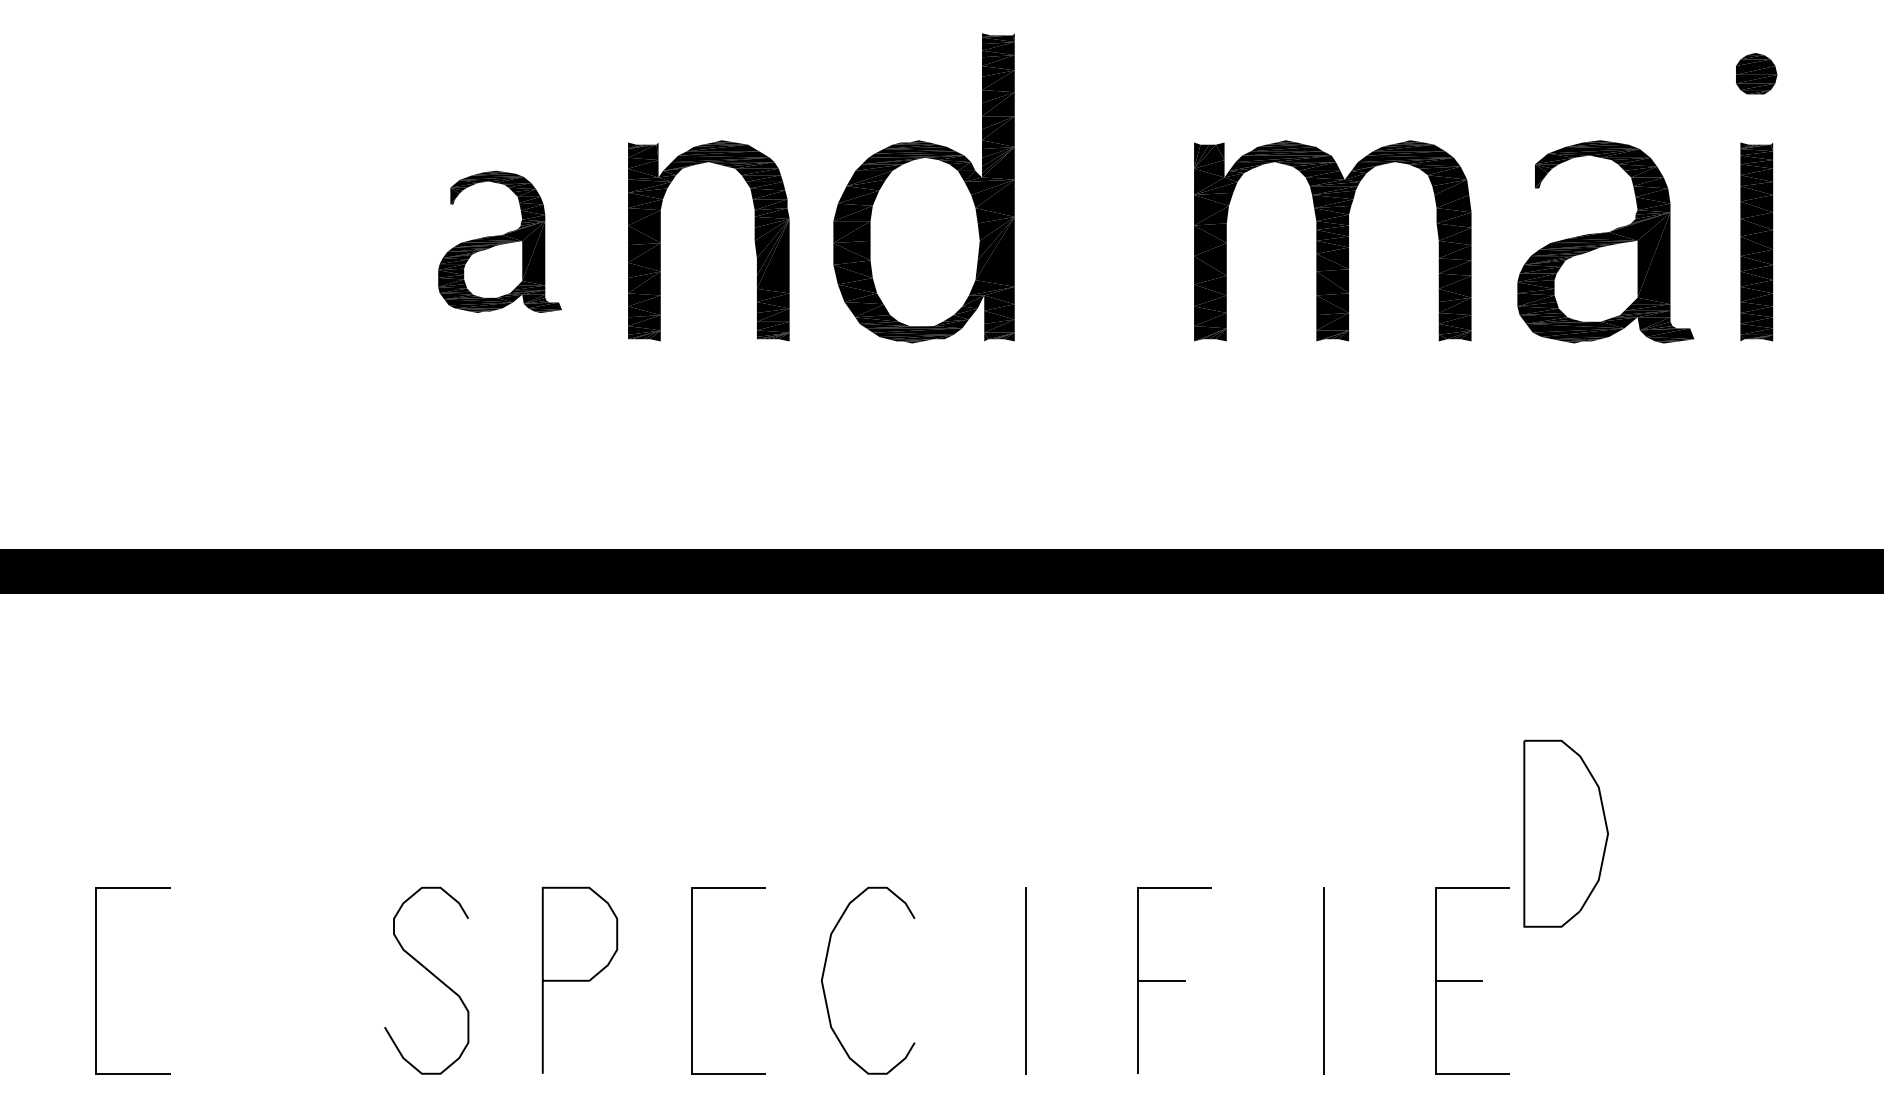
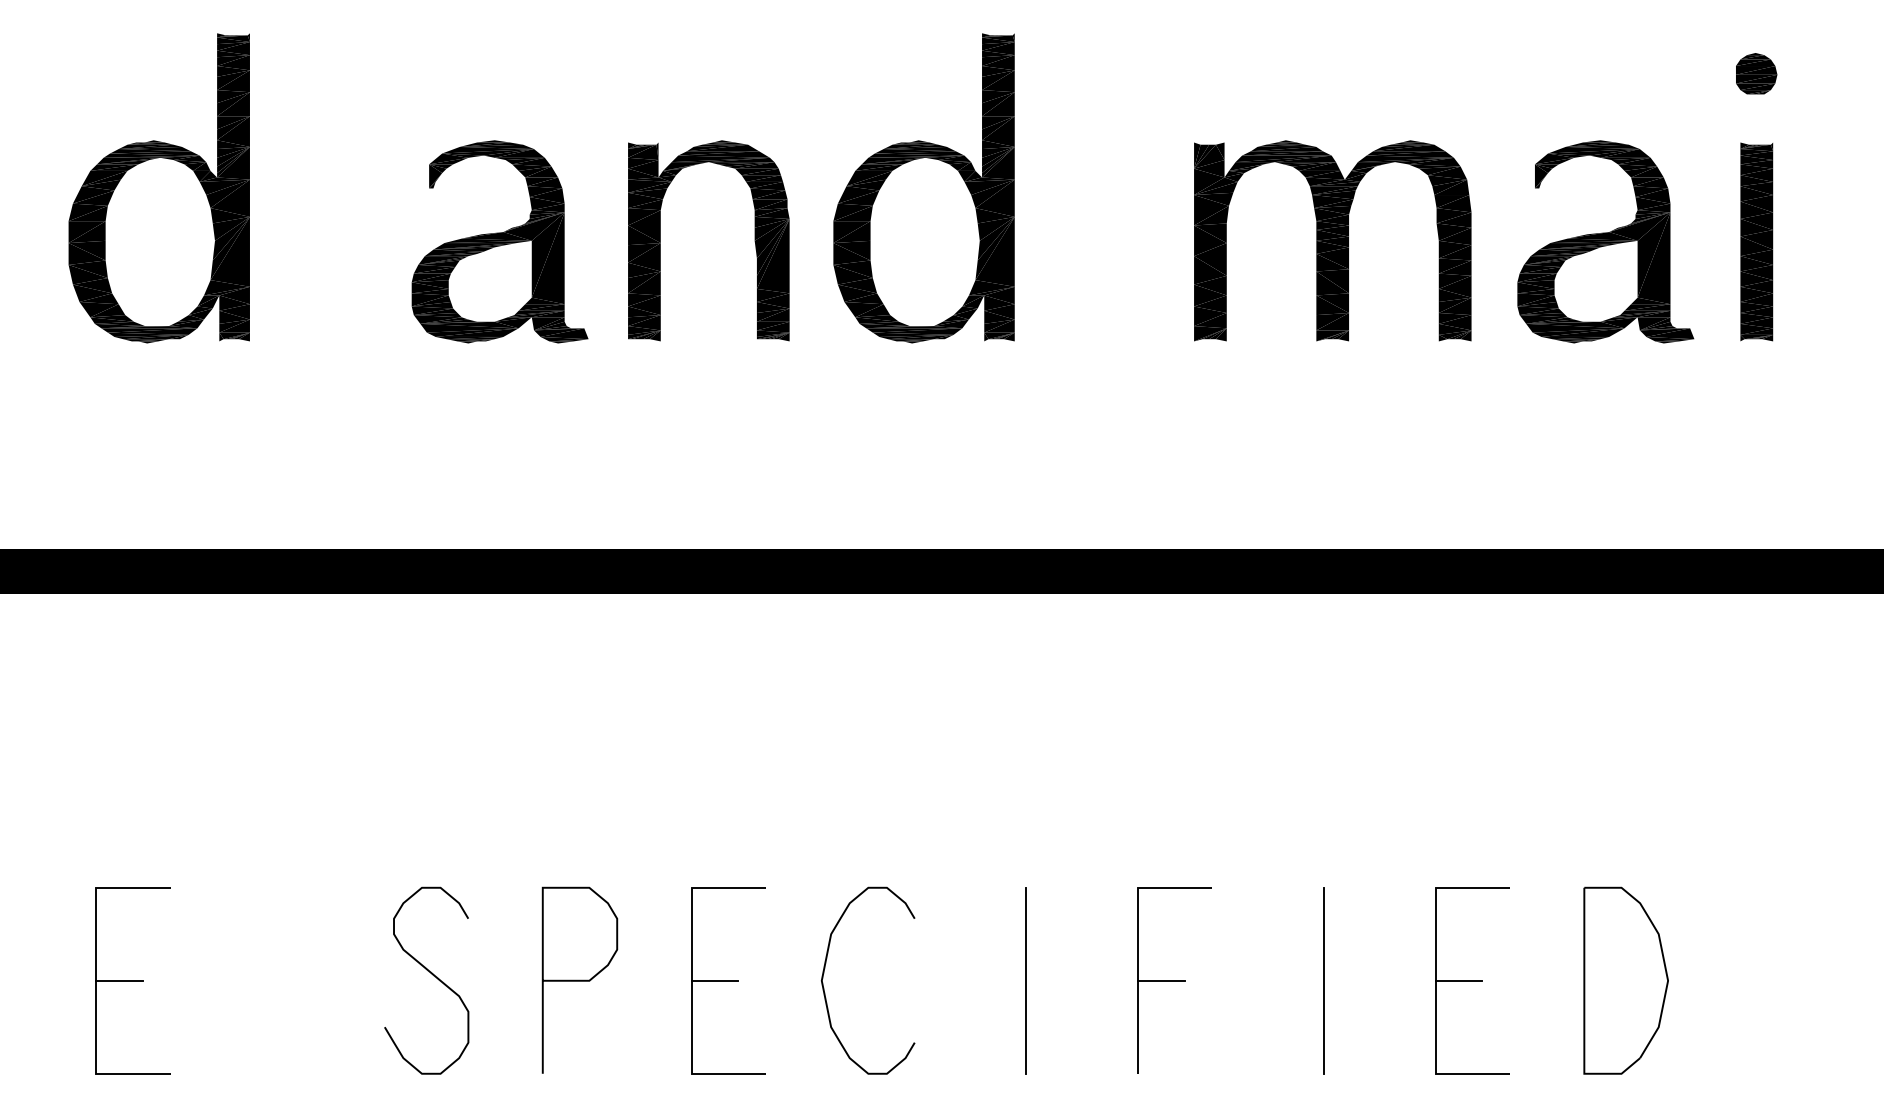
part at (158, 188): none -> present
part at (499, 241) size: 124x143 px -> 178x204 px
part at (1565, 833) position: (1565, 833) -> (1625, 980)
line at (119, 980): none -> present
line at (714, 980): none -> present
